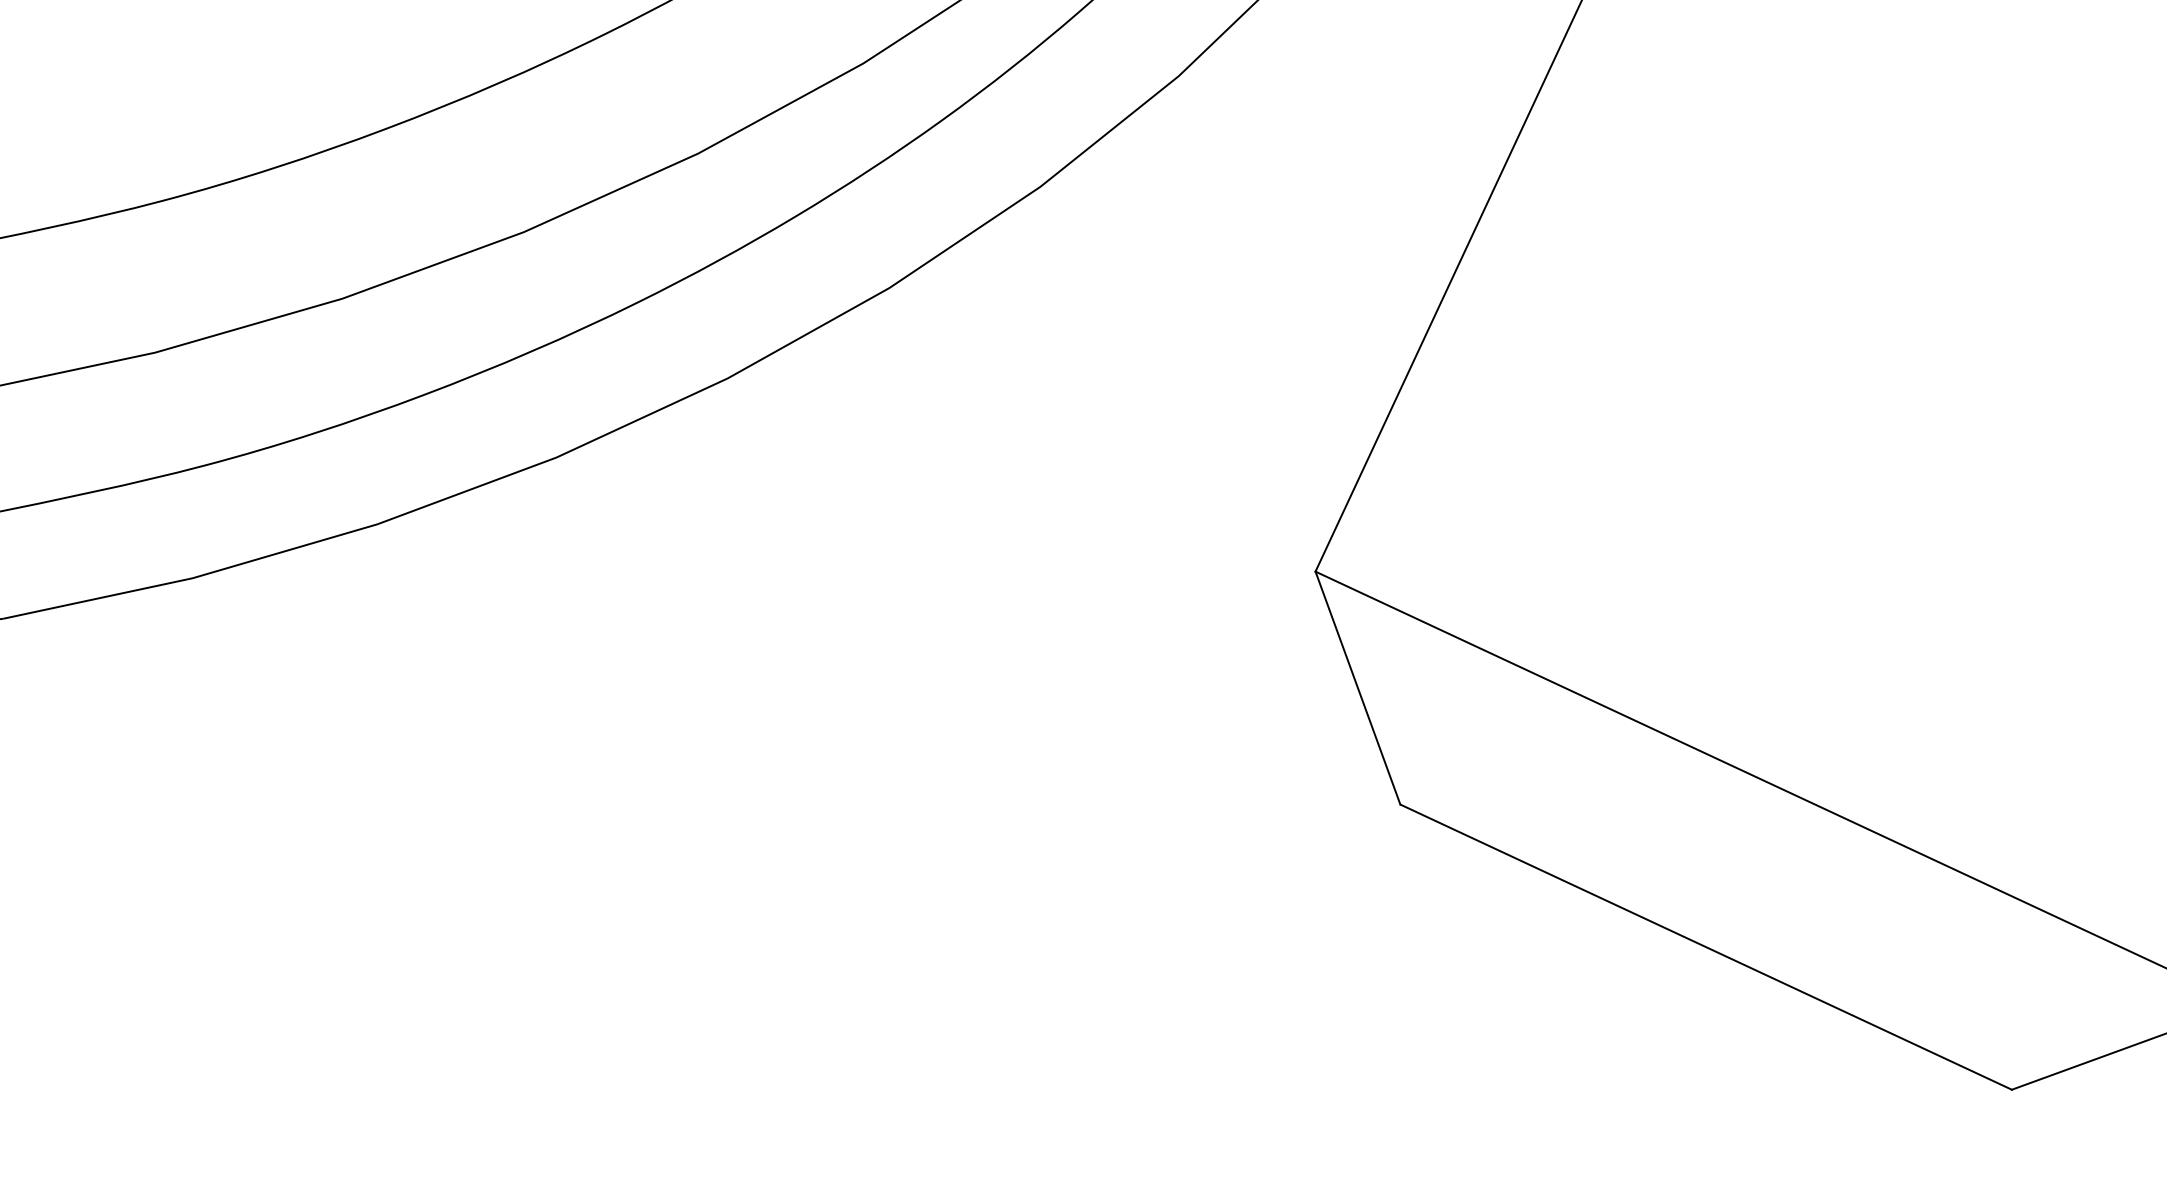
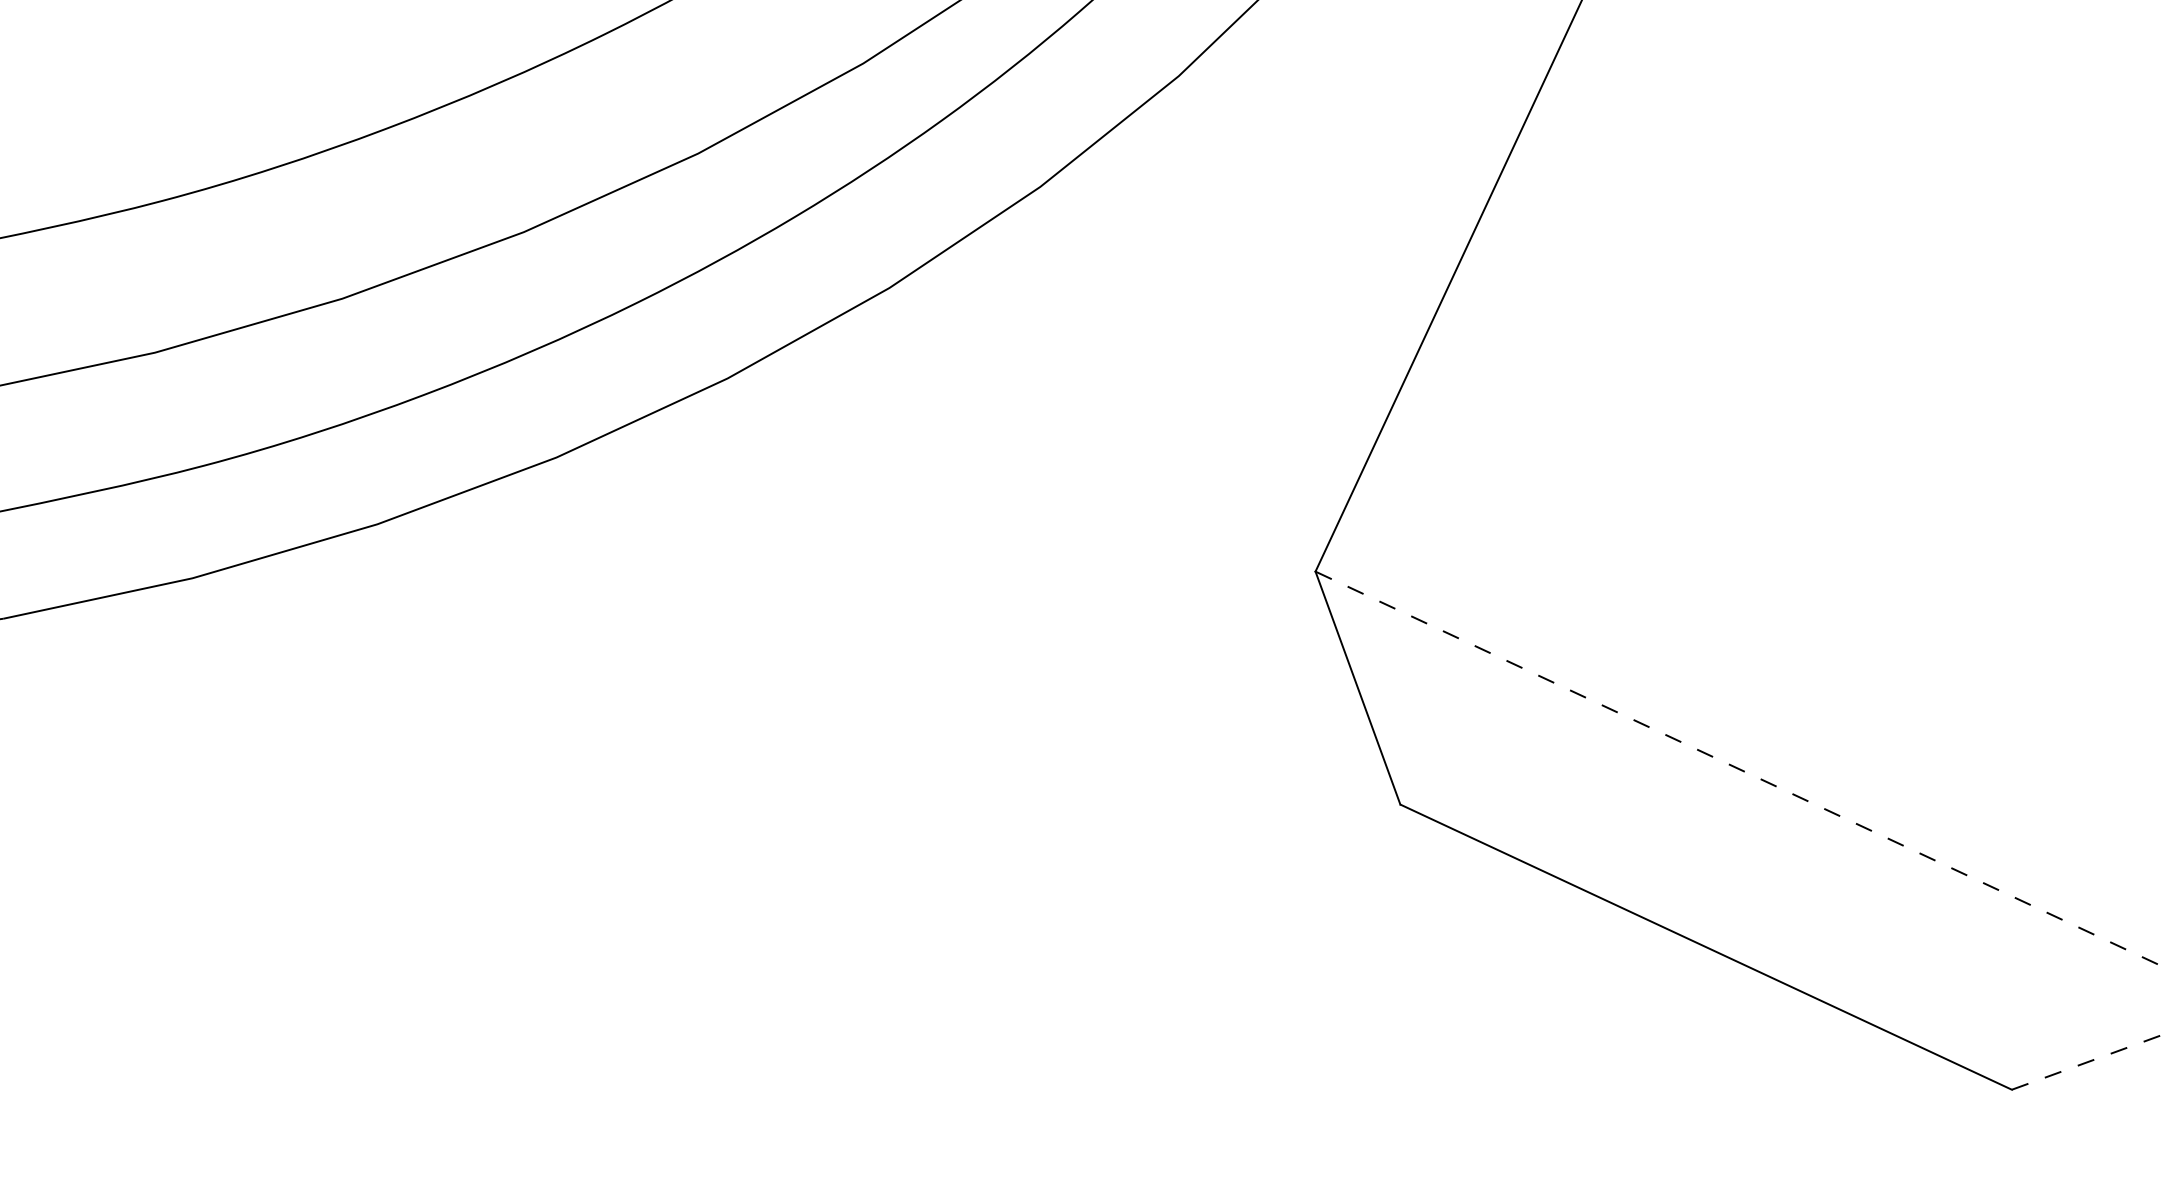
line at (1741, 770): solid -> dashed
line at (2089, 1061): solid -> dashed
